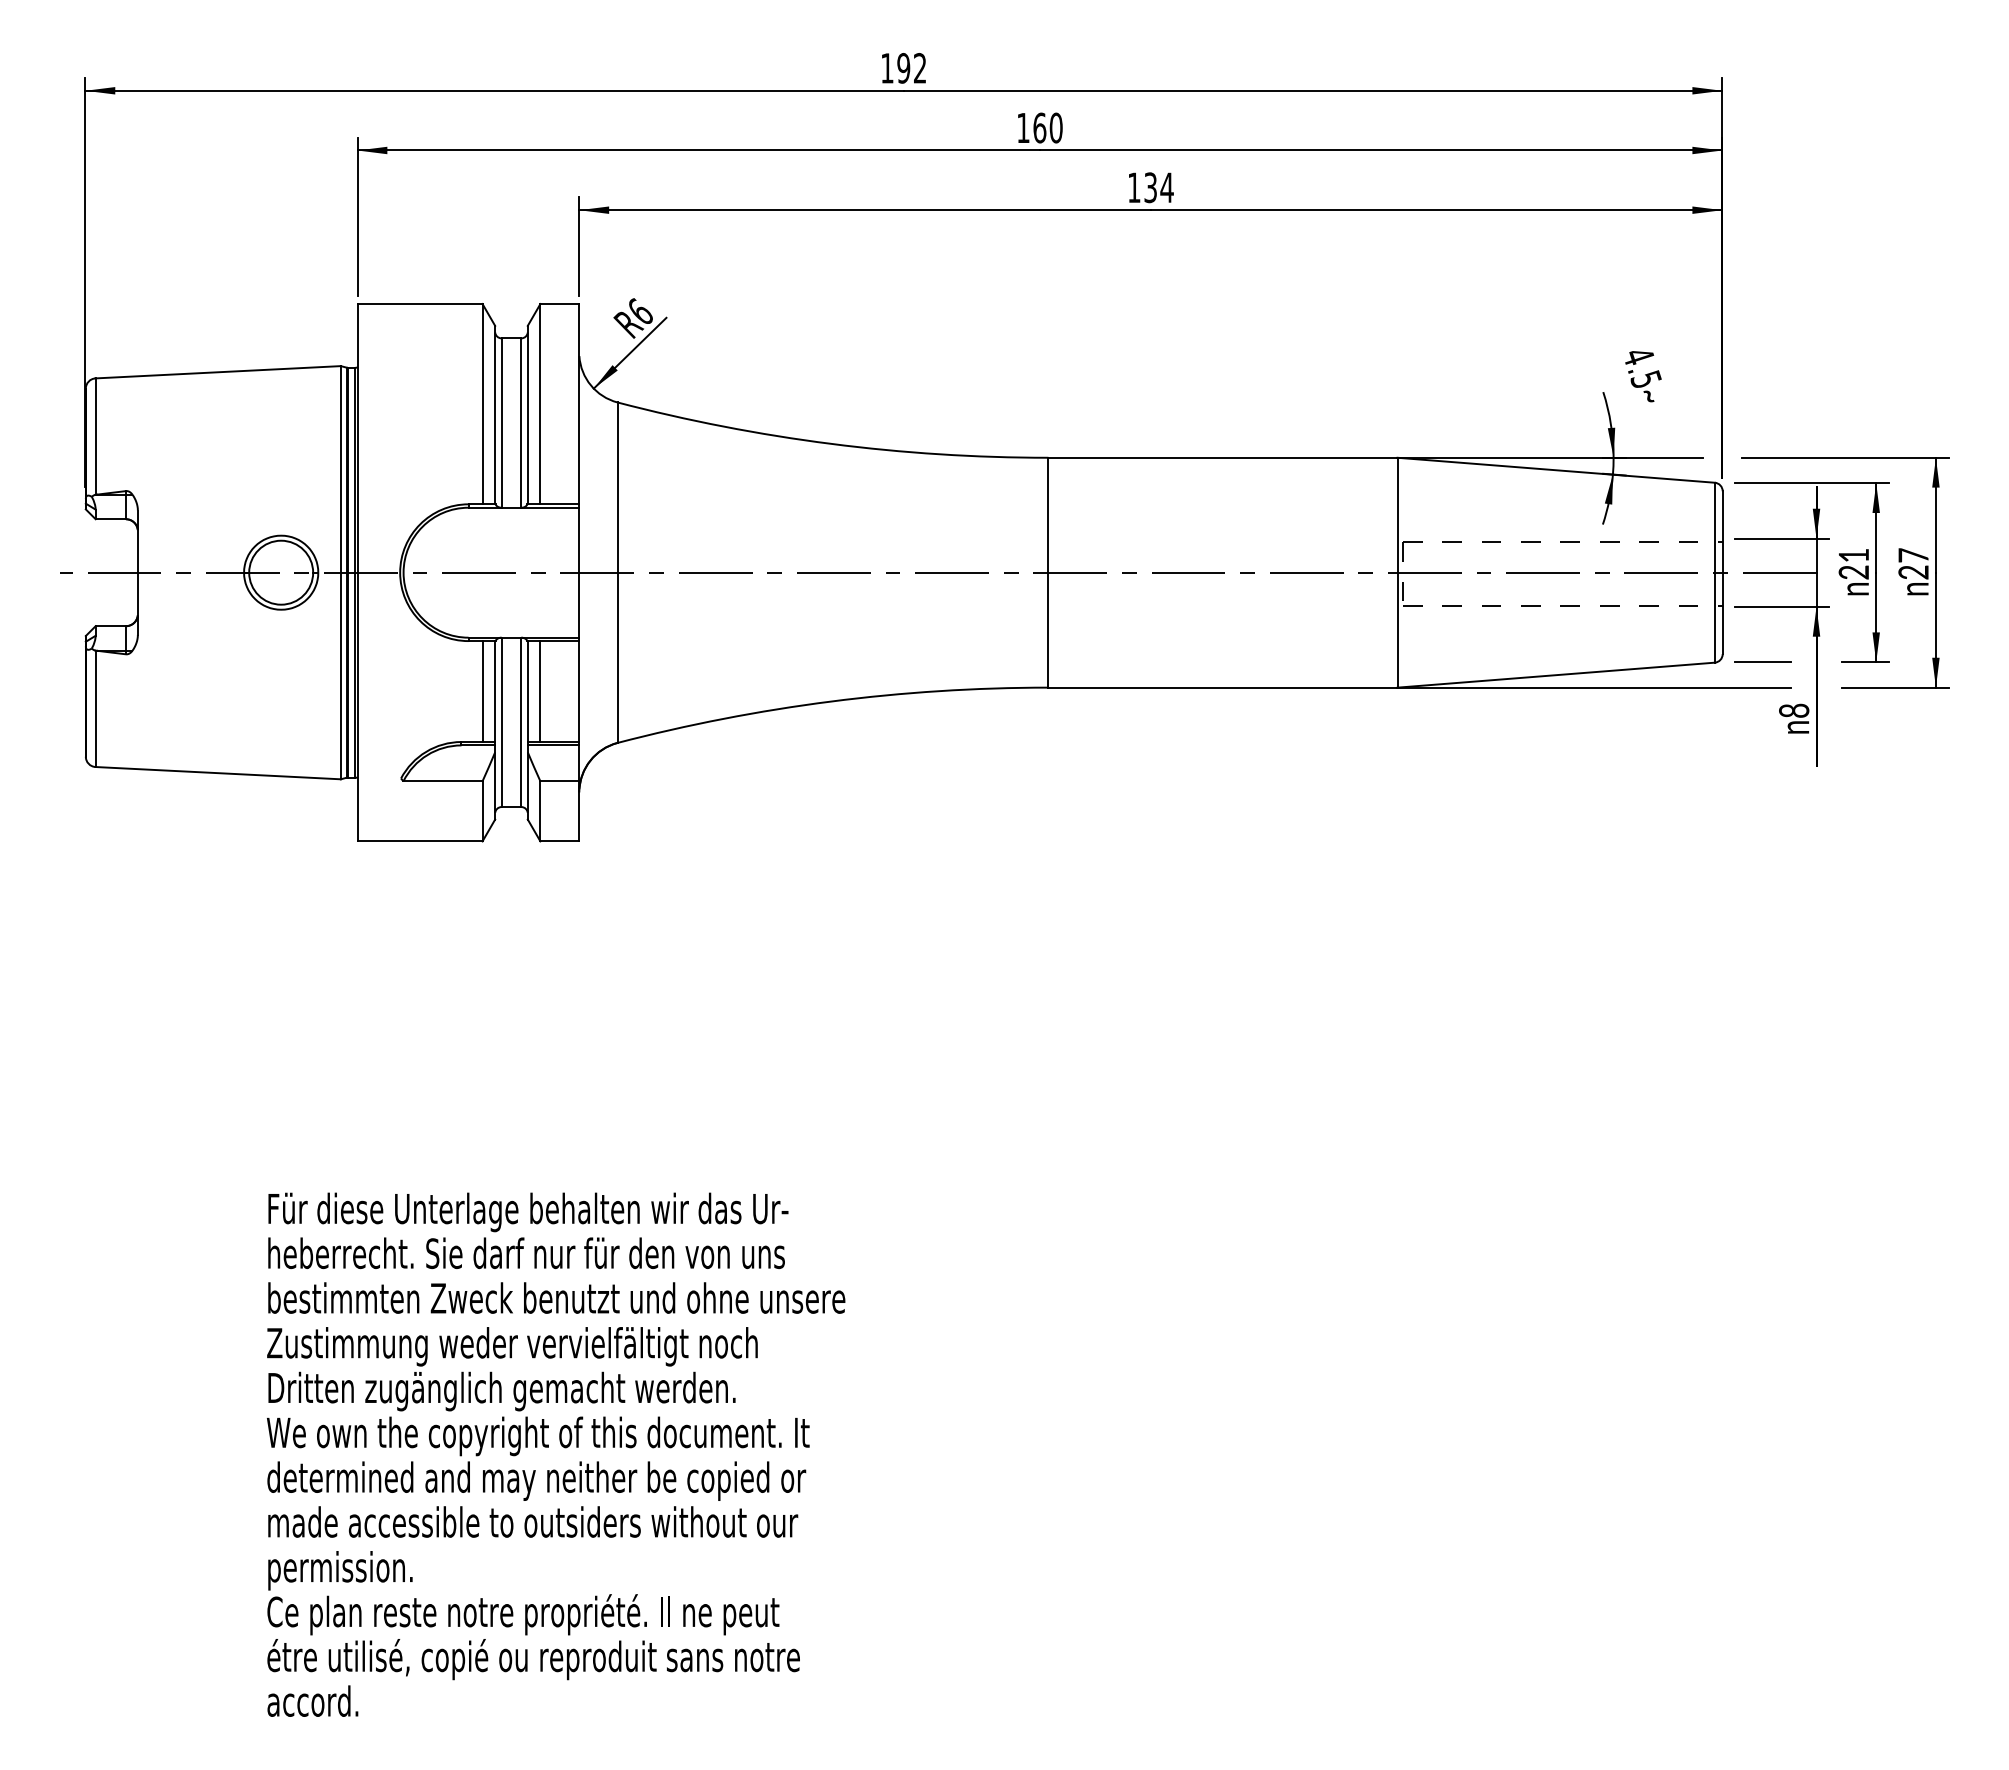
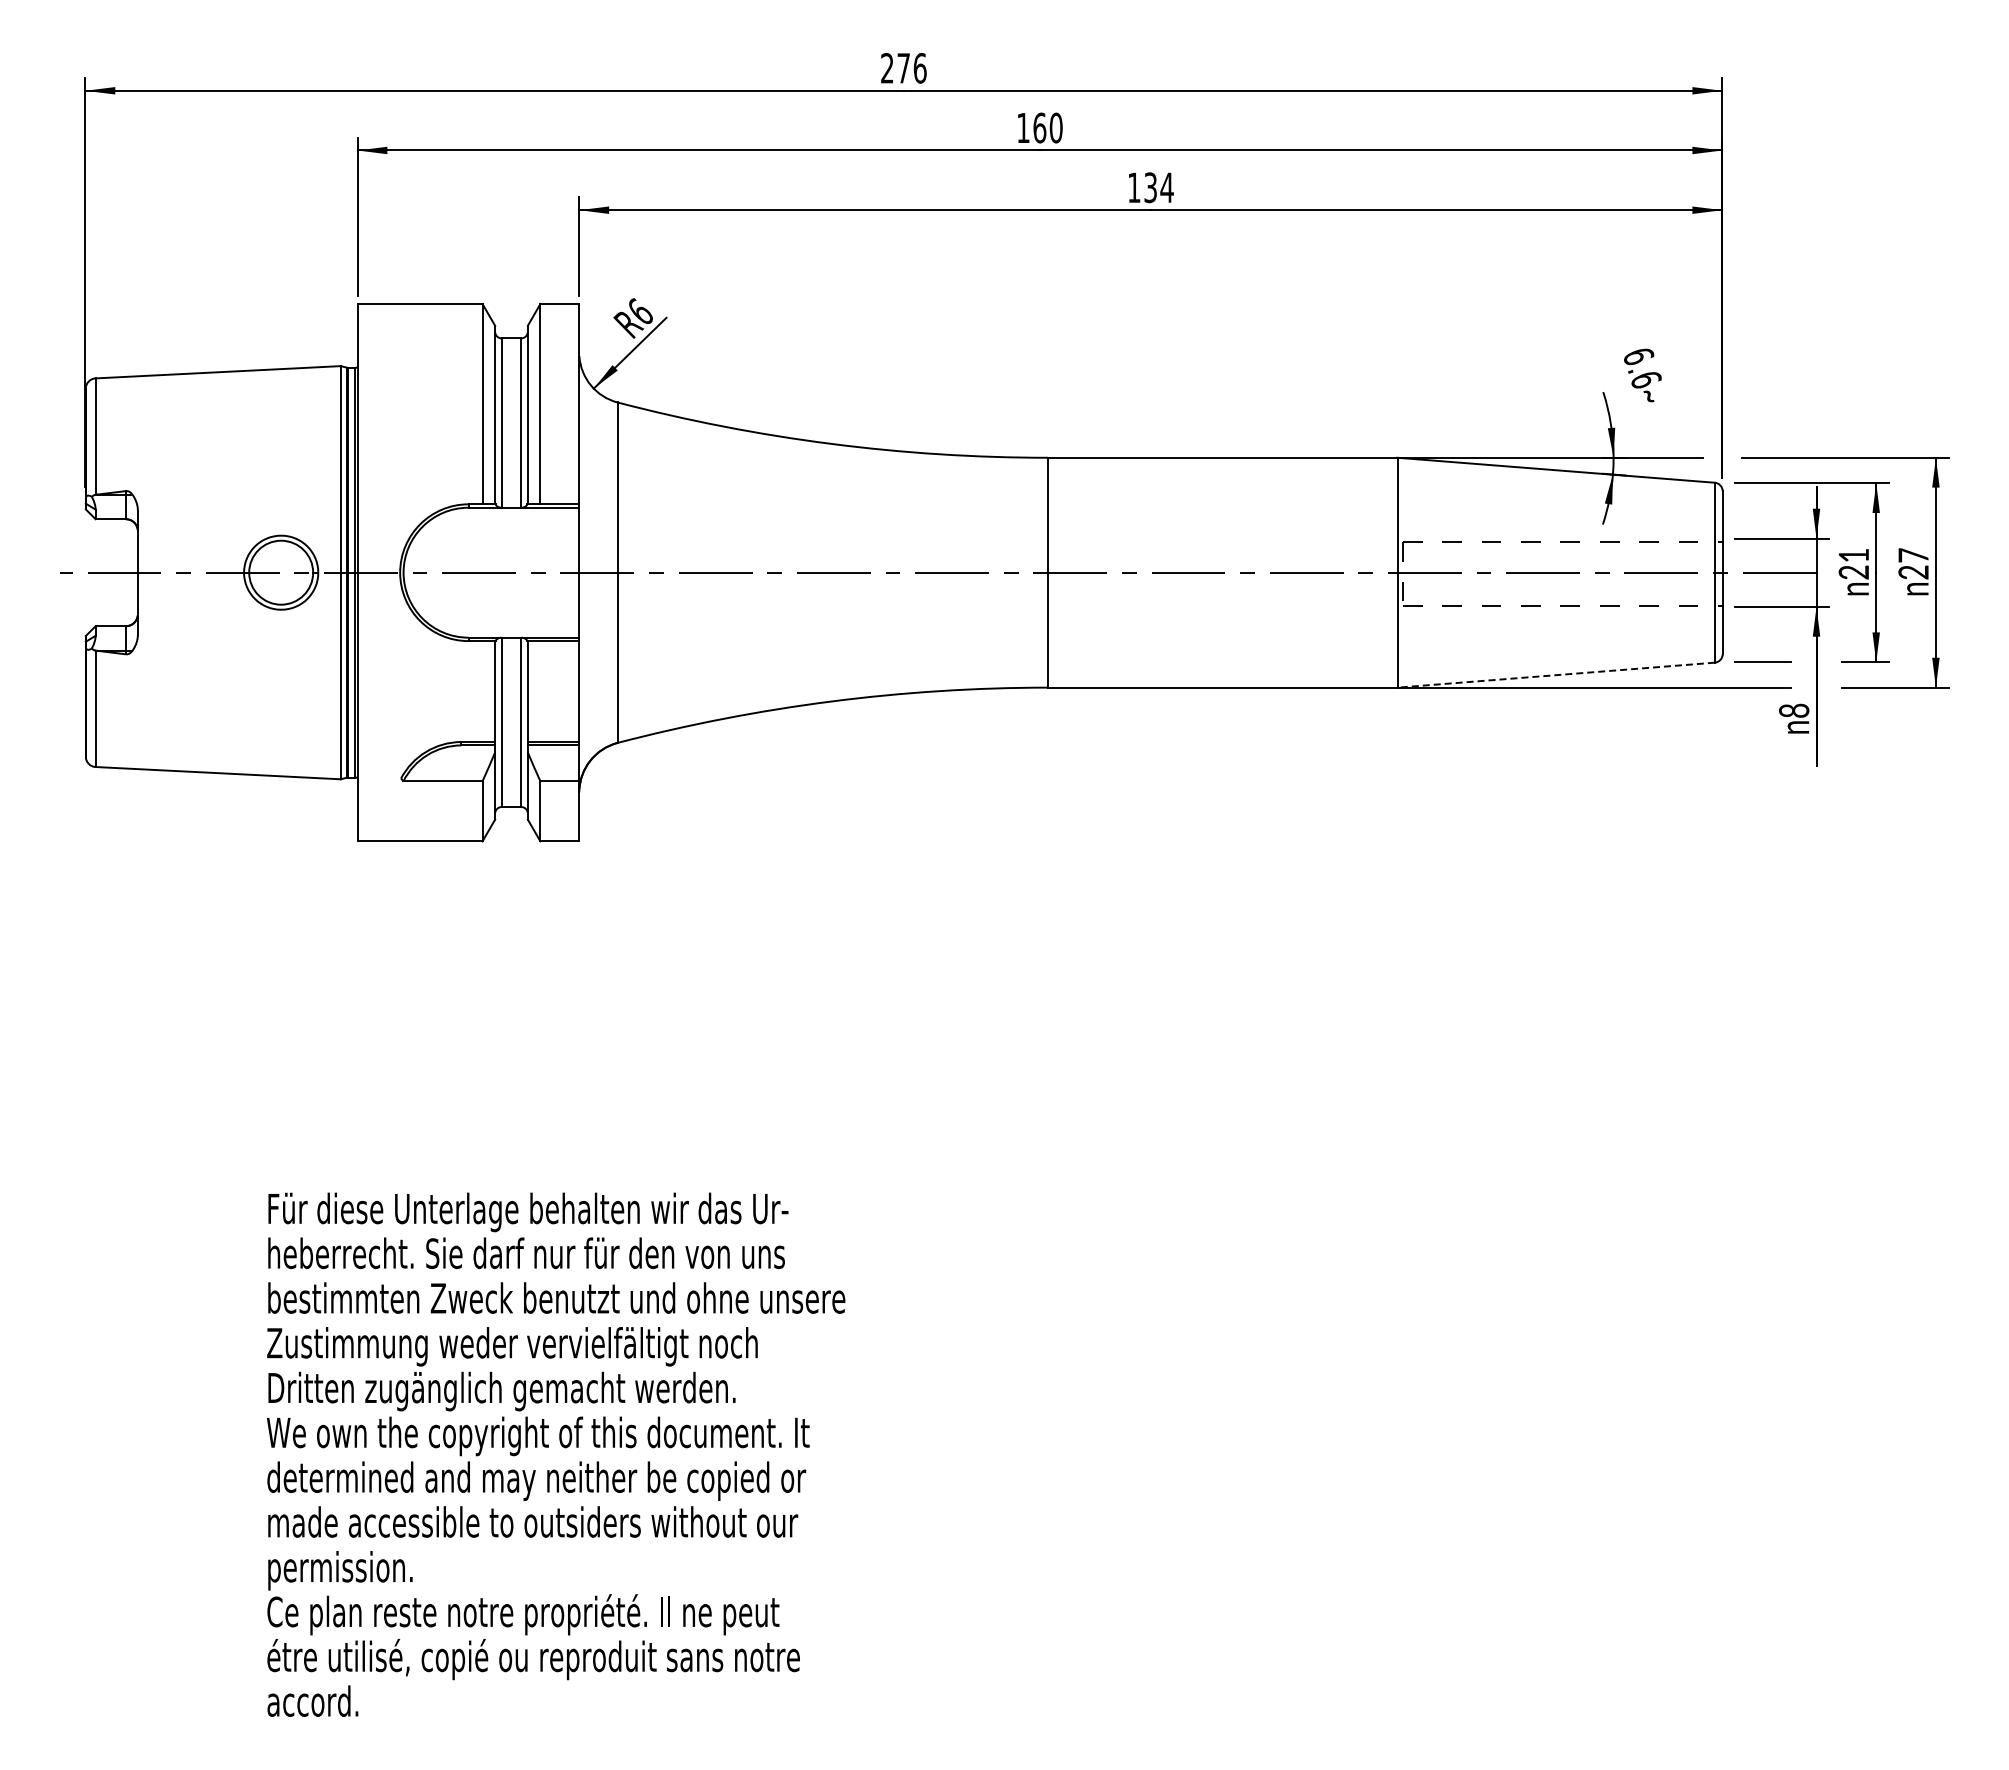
text at (903, 68): 192 -> 276
text at (1642, 368): 4.5 -> 6.6
line at (1555, 675): solid -> dashed
line at (482, 691): present -> none
line at (540, 691): present -> none
